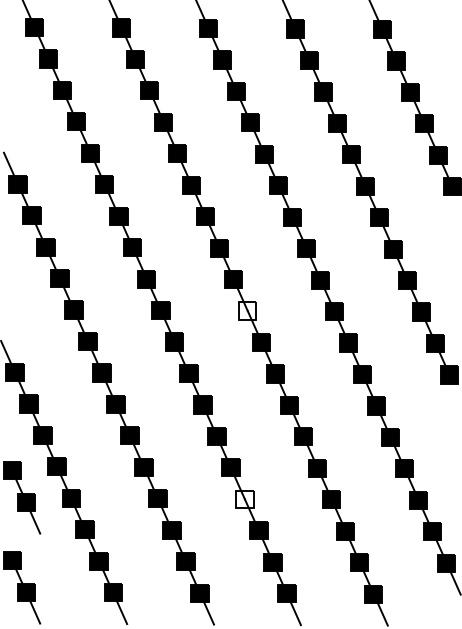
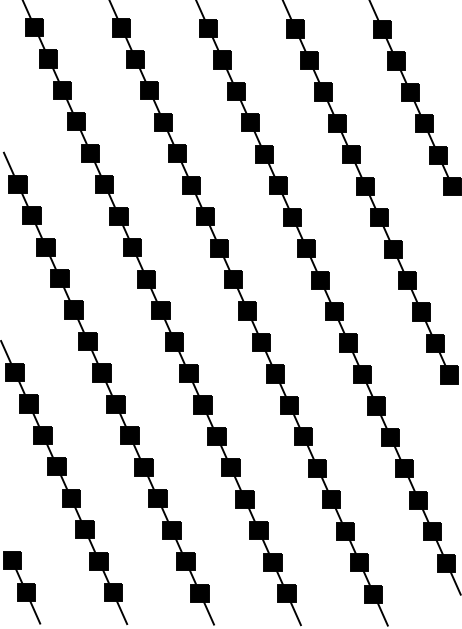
fill at (247, 310): none -> present
part at (22, 497): present -> none
fill at (244, 498): none -> present
